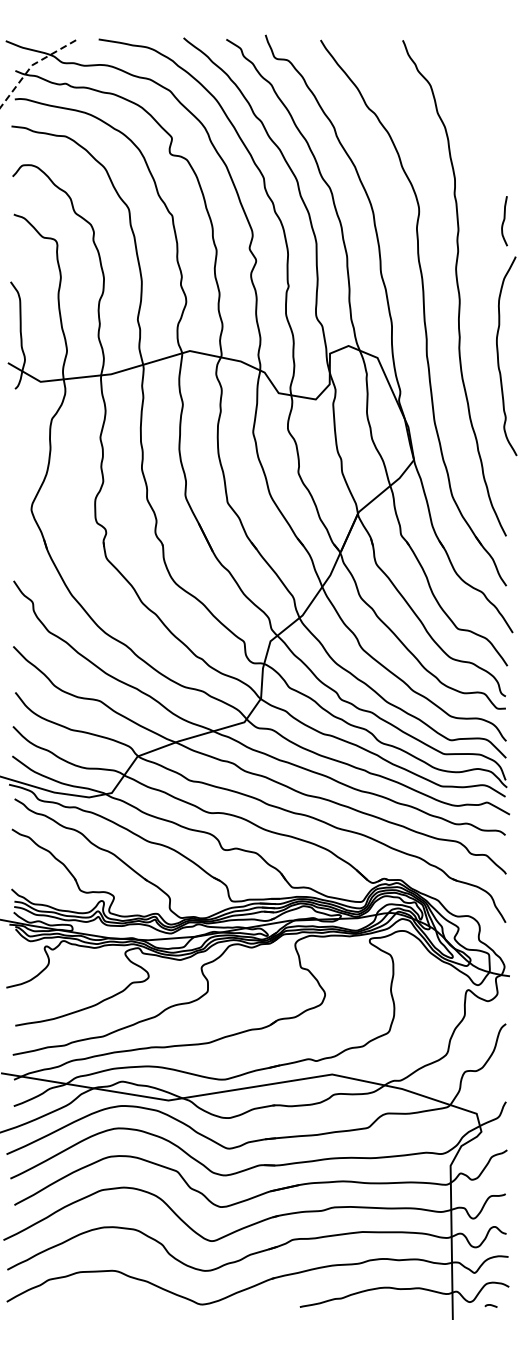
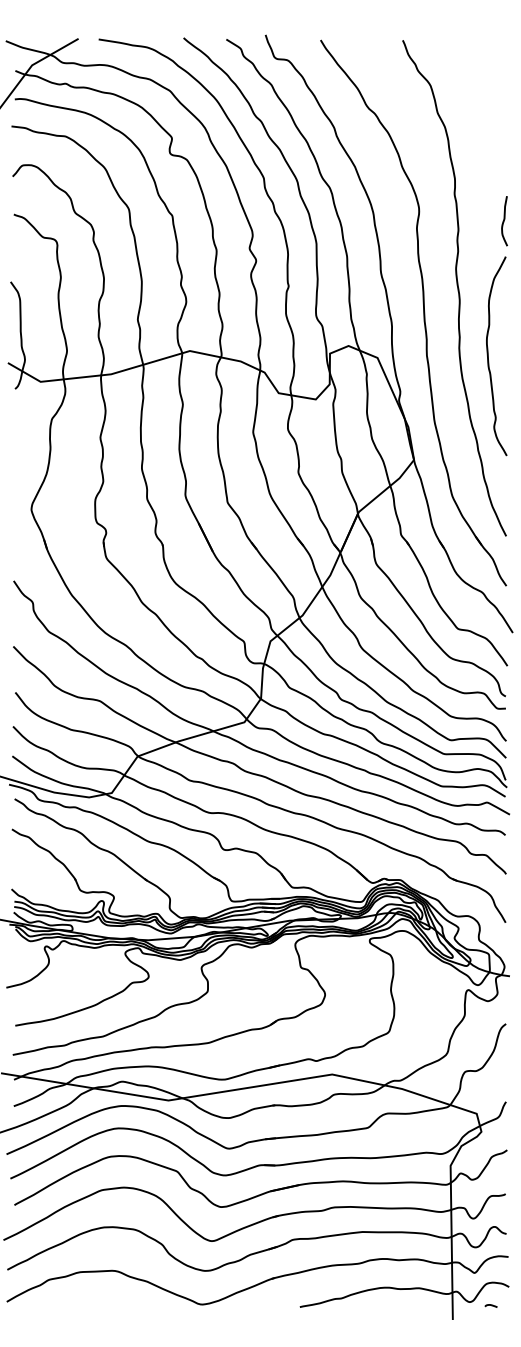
line at (32, 65): dashed -> solid
curve at (498, 356) position: (498, 356) -> (488, 356)
